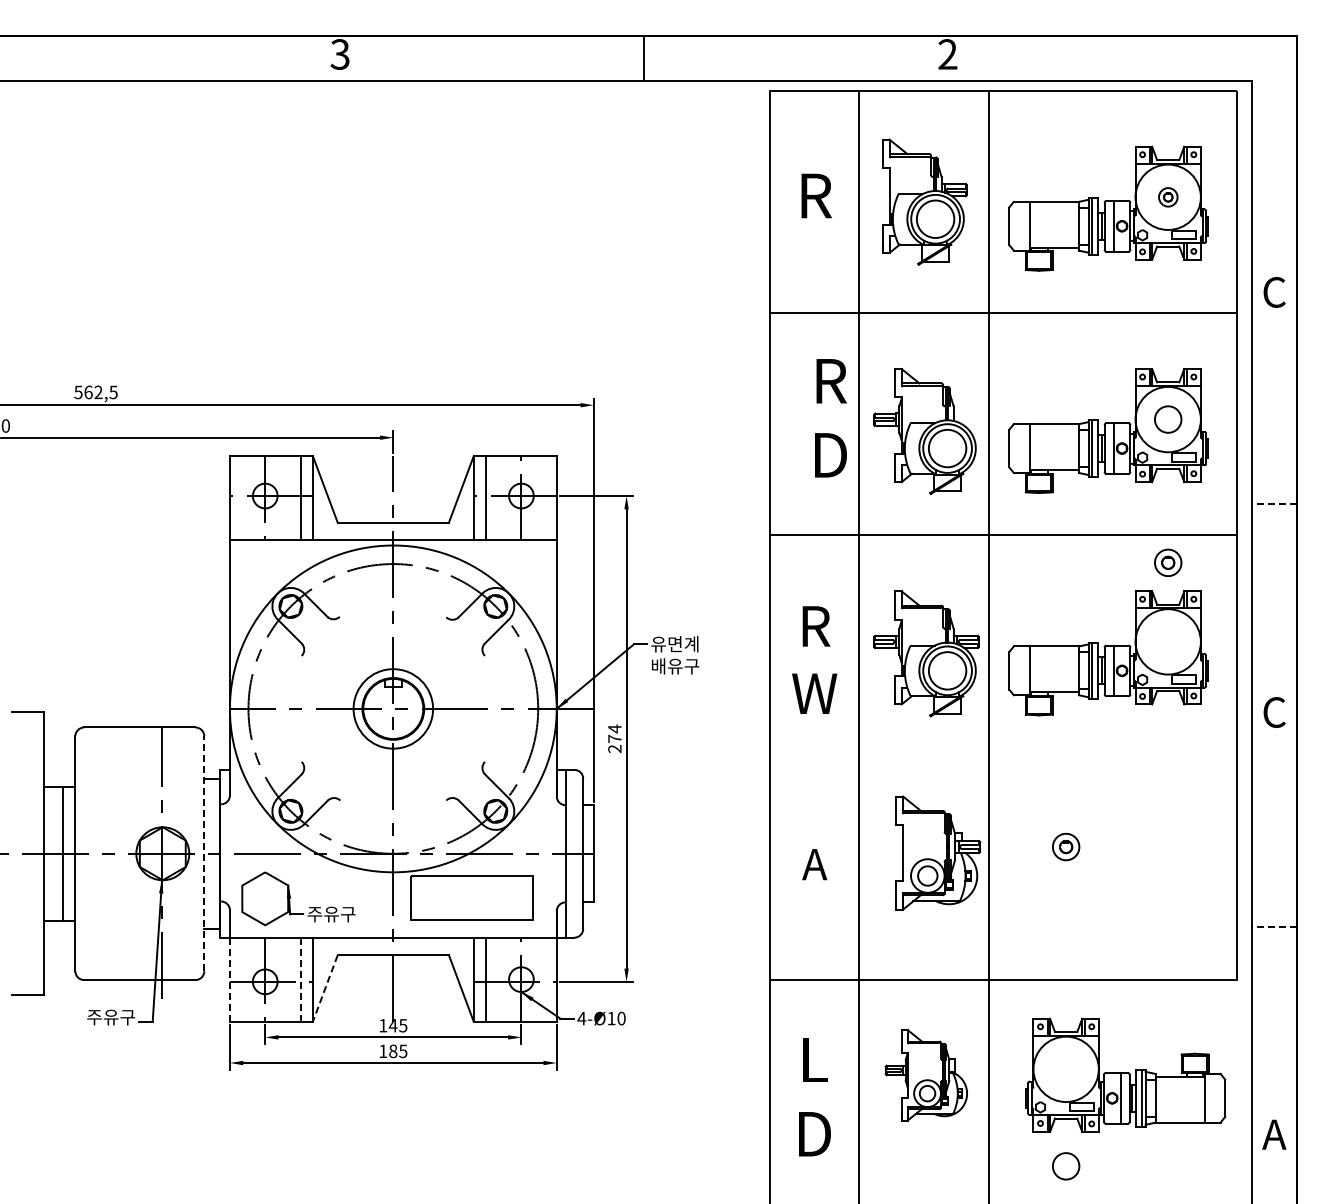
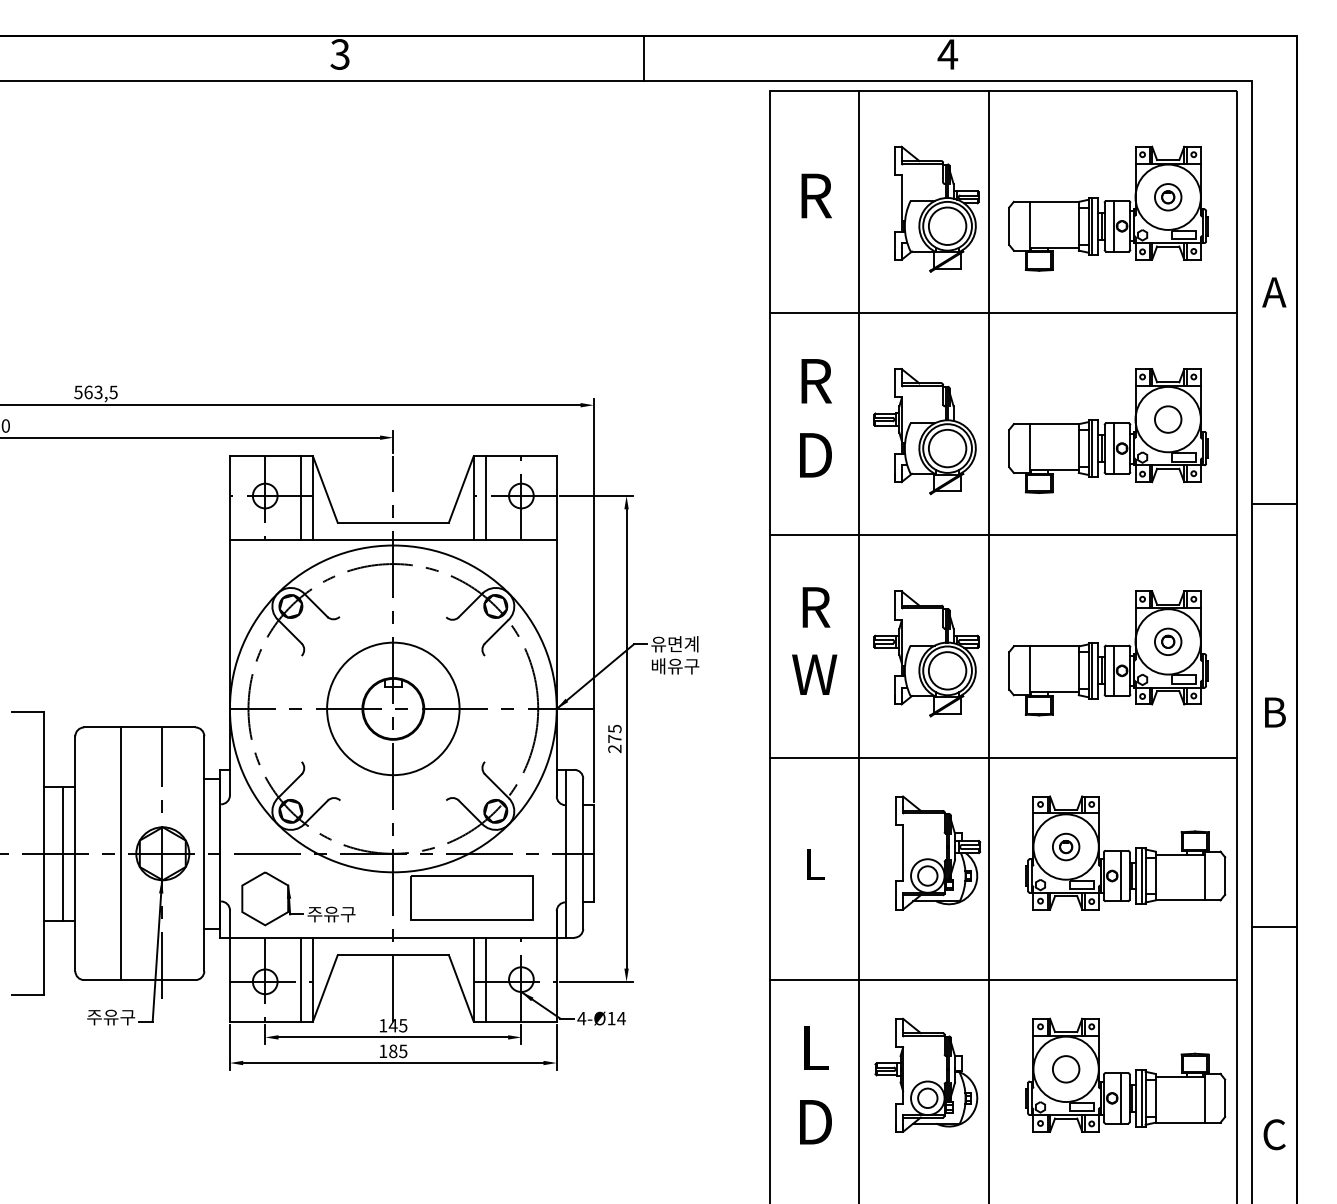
text at (947, 54): 2 -> 4
part at (1168, 197) size: 21x21 px -> 29x29 px
part at (924, 201) position: (924, 201) -> (936, 208)
text at (1274, 292): C -> A
text at (98, 392): 562,5 -> 563,5
text at (830, 418) position: (830, 418) -> (815, 418)
line at (1273, 504): dashed -> solid
part at (1168, 562) position: (1168, 562) -> (1168, 641)
text at (814, 659) position: (814, 659) -> (814, 640)
circle at (393, 708) diameter: 79 px -> 132 px
text at (1274, 712): C -> B
text at (614, 728): 274 -> 275
line at (1003, 757): none -> present
part at (1125, 852): none -> present
line at (121, 853): none -> present
line at (204, 853): dashed -> solid
text at (814, 864): A -> L
line at (1273, 927): dashed -> solid
line at (229, 979): dashed -> solid
line at (300, 979): dashed -> solid
line at (325, 988): dashed -> solid
text at (621, 1018): 4-Ø10 -> 4-Ø14
part at (925, 1075) size: 84x93 px -> 105x116 px
line at (1237, 1089): none -> present
text at (814, 1097) position: (814, 1097) -> (815, 1085)
text at (1274, 1134): A -> C
circle at (1066, 1166) position: (1066, 1166) -> (1066, 1069)
